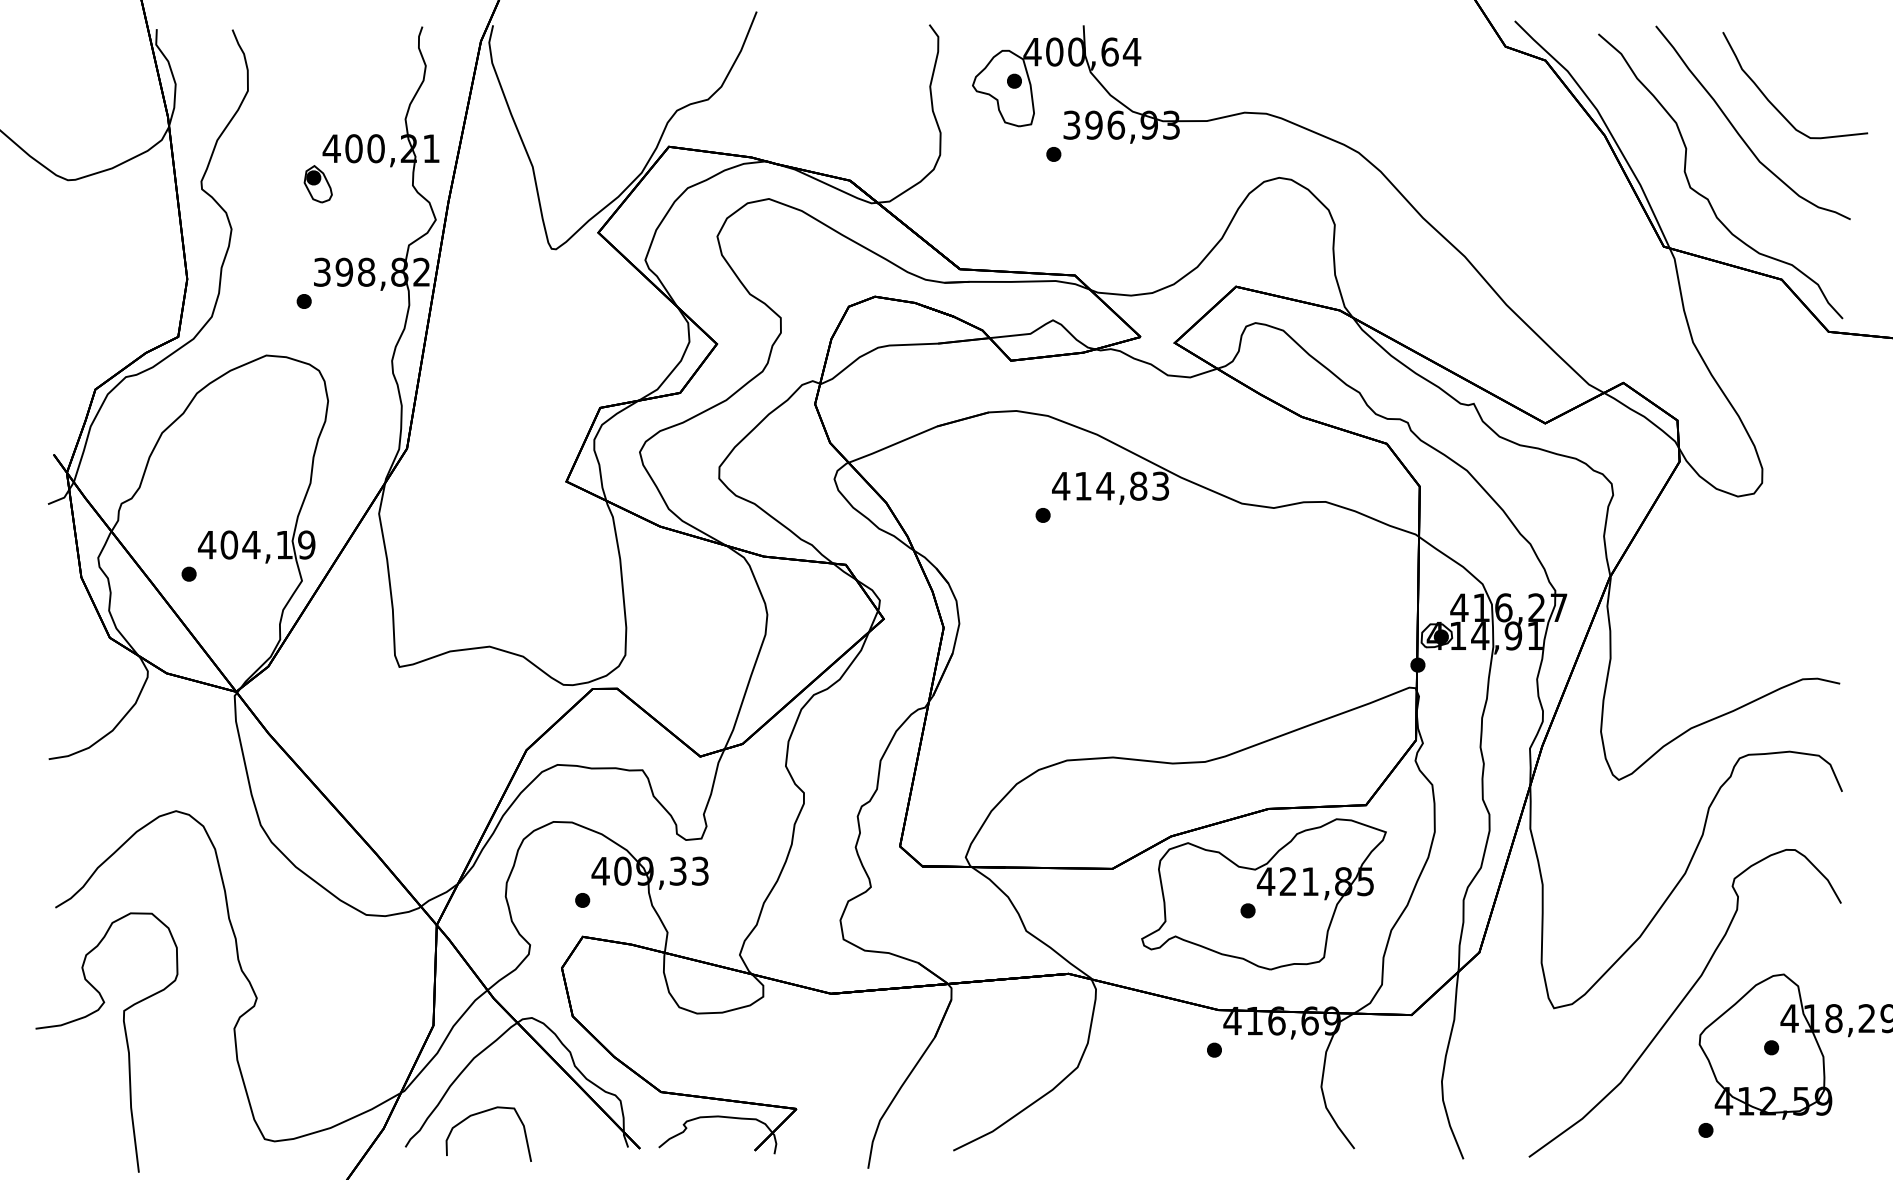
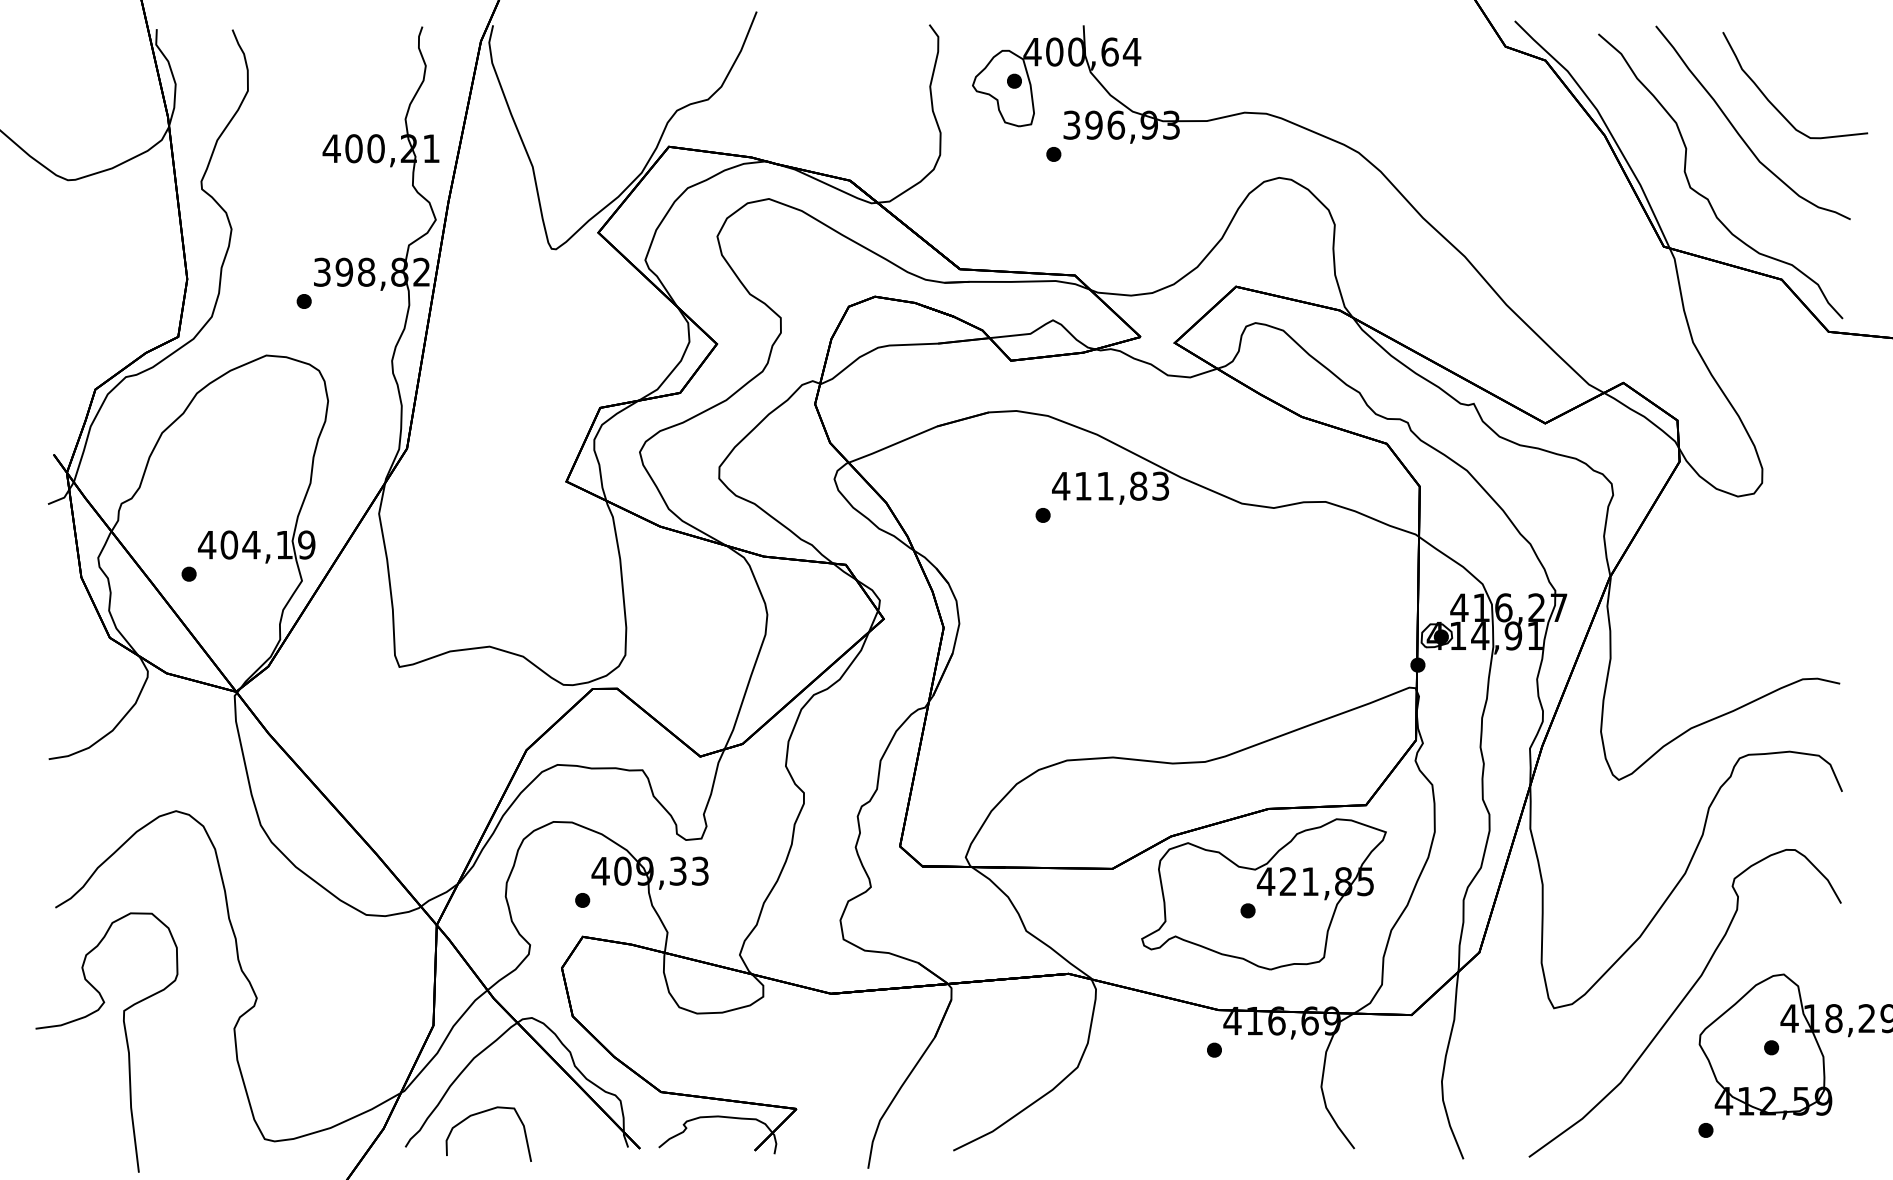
part at (317, 184): present -> none
text at (1105, 486): 414,83 -> 411,83
